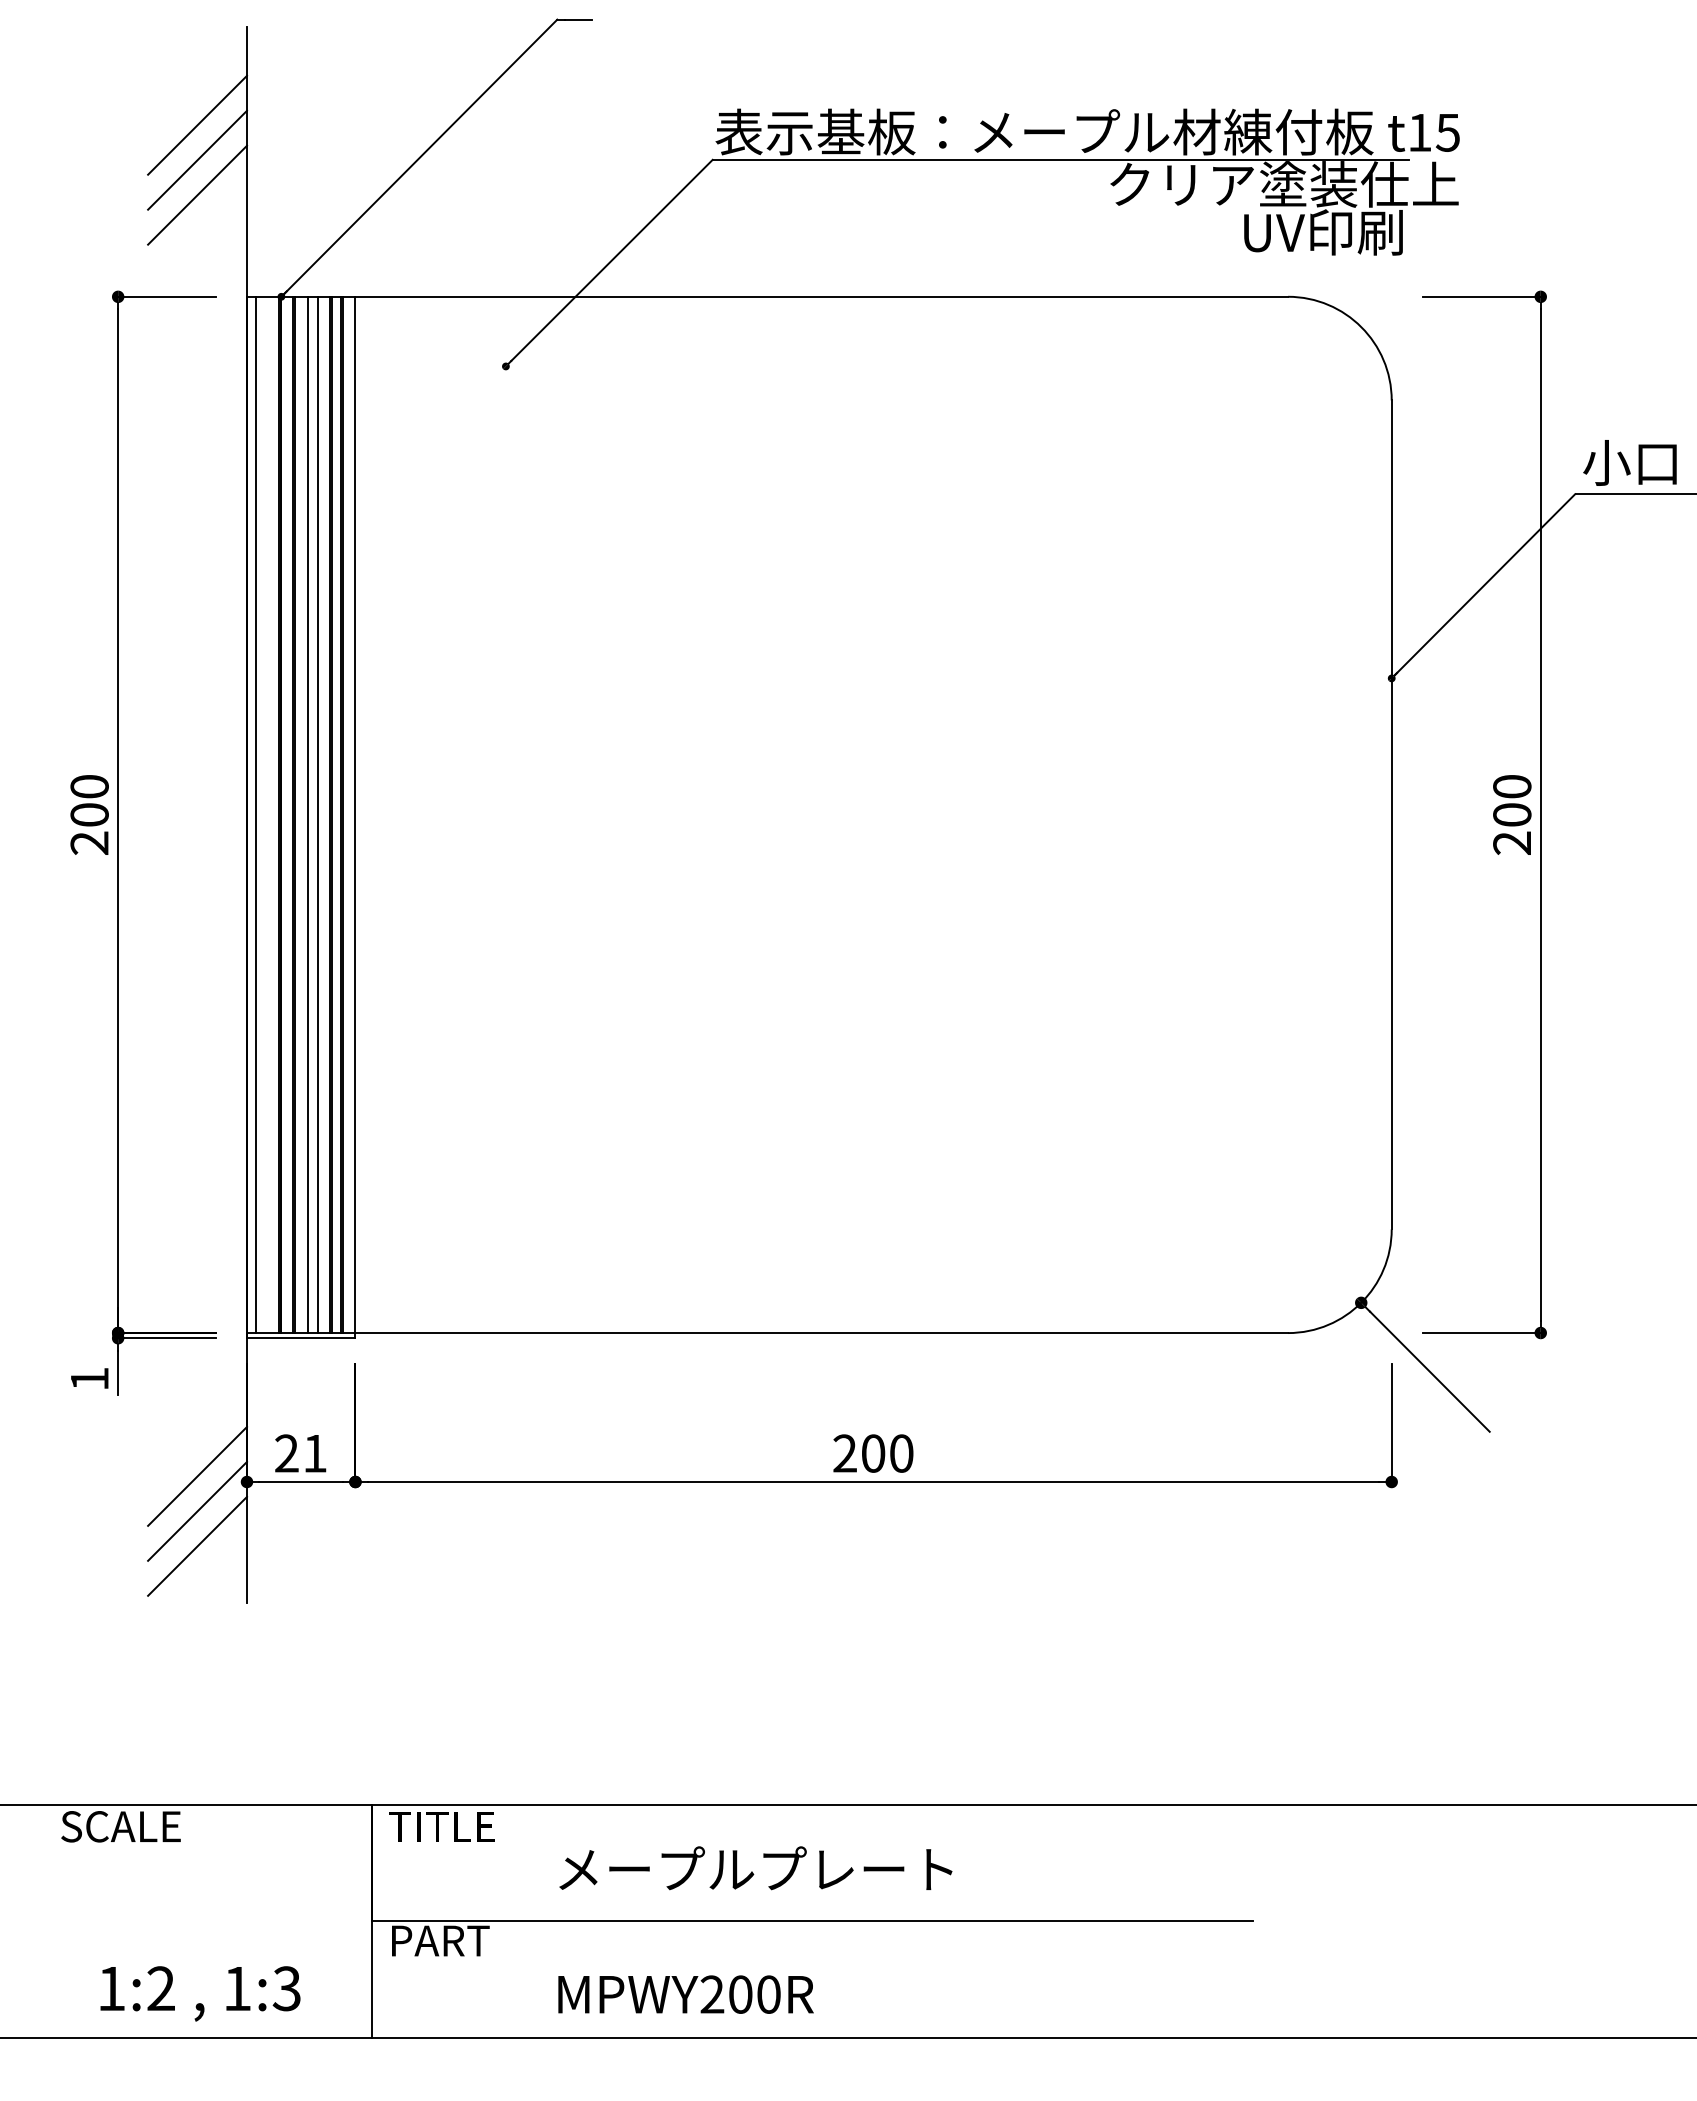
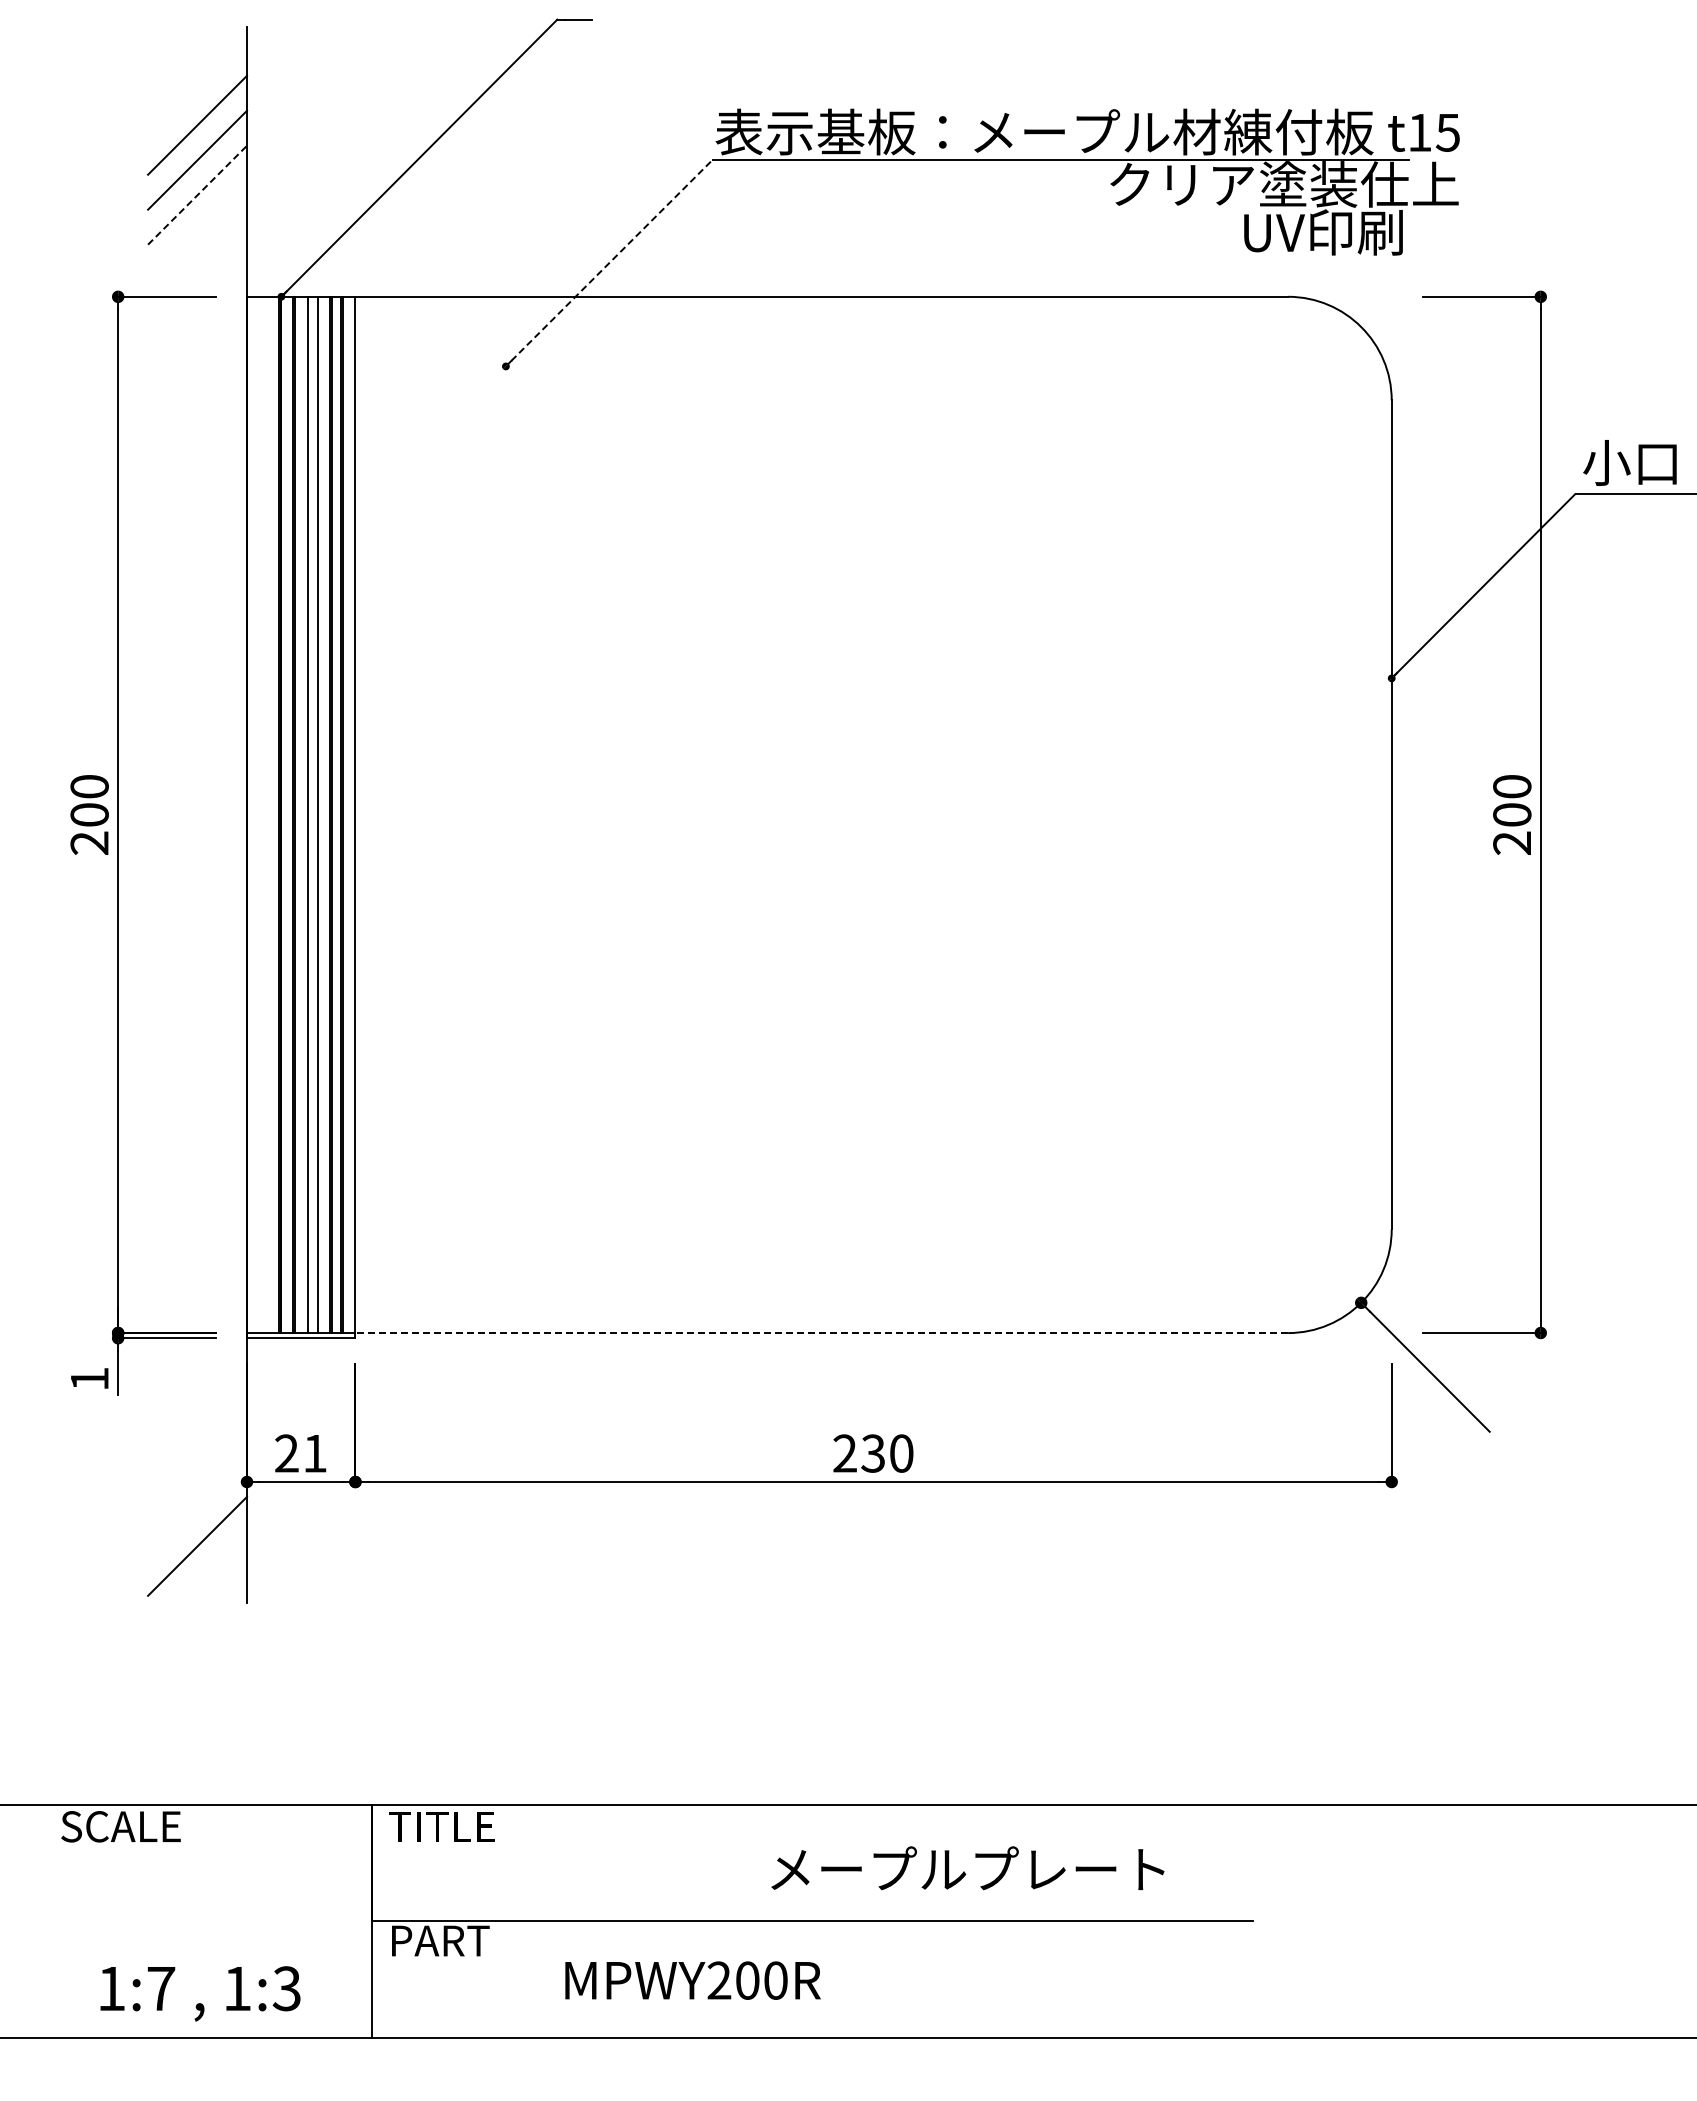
line at (197, 195): solid -> dashed
line at (612, 260): solid -> dashed
line at (256, 814): present -> none
line at (821, 1333): solid -> dashed
text at (873, 1453): 200 -> 230
line at (197, 1475): present -> none
line at (197, 1510): present -> none
text at (755, 1868) position: (755, 1868) -> (967, 1868)
text at (161, 1988): 1:2 -> 1:7
text at (685, 1994) position: (685, 1994) -> (692, 1980)
